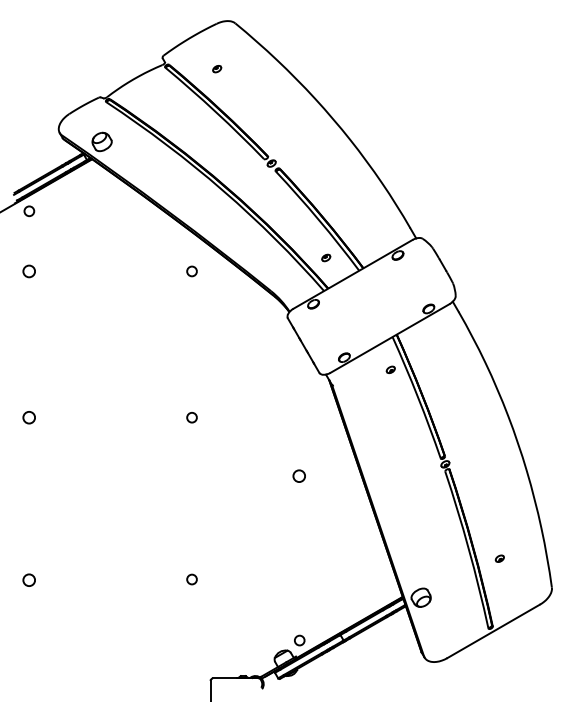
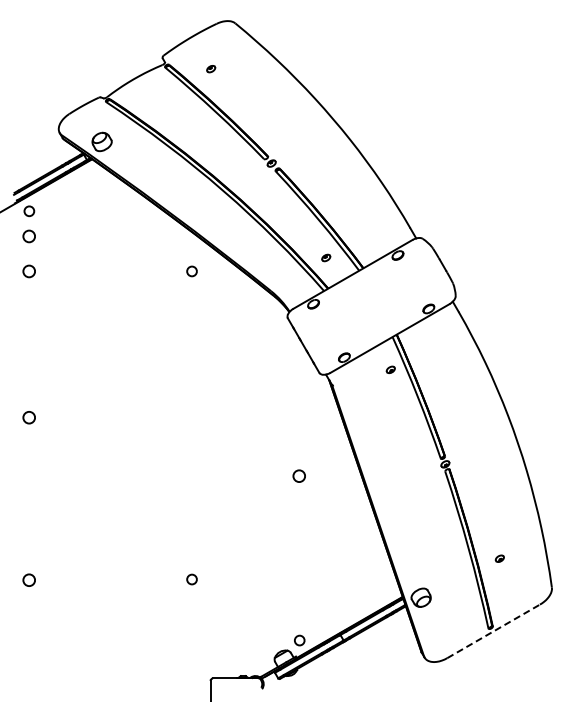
part at (217, 69) position: (217, 69) -> (211, 69)
circle at (28, 236): none -> present
circle at (191, 417): present -> none
line at (494, 631): solid -> dashed
